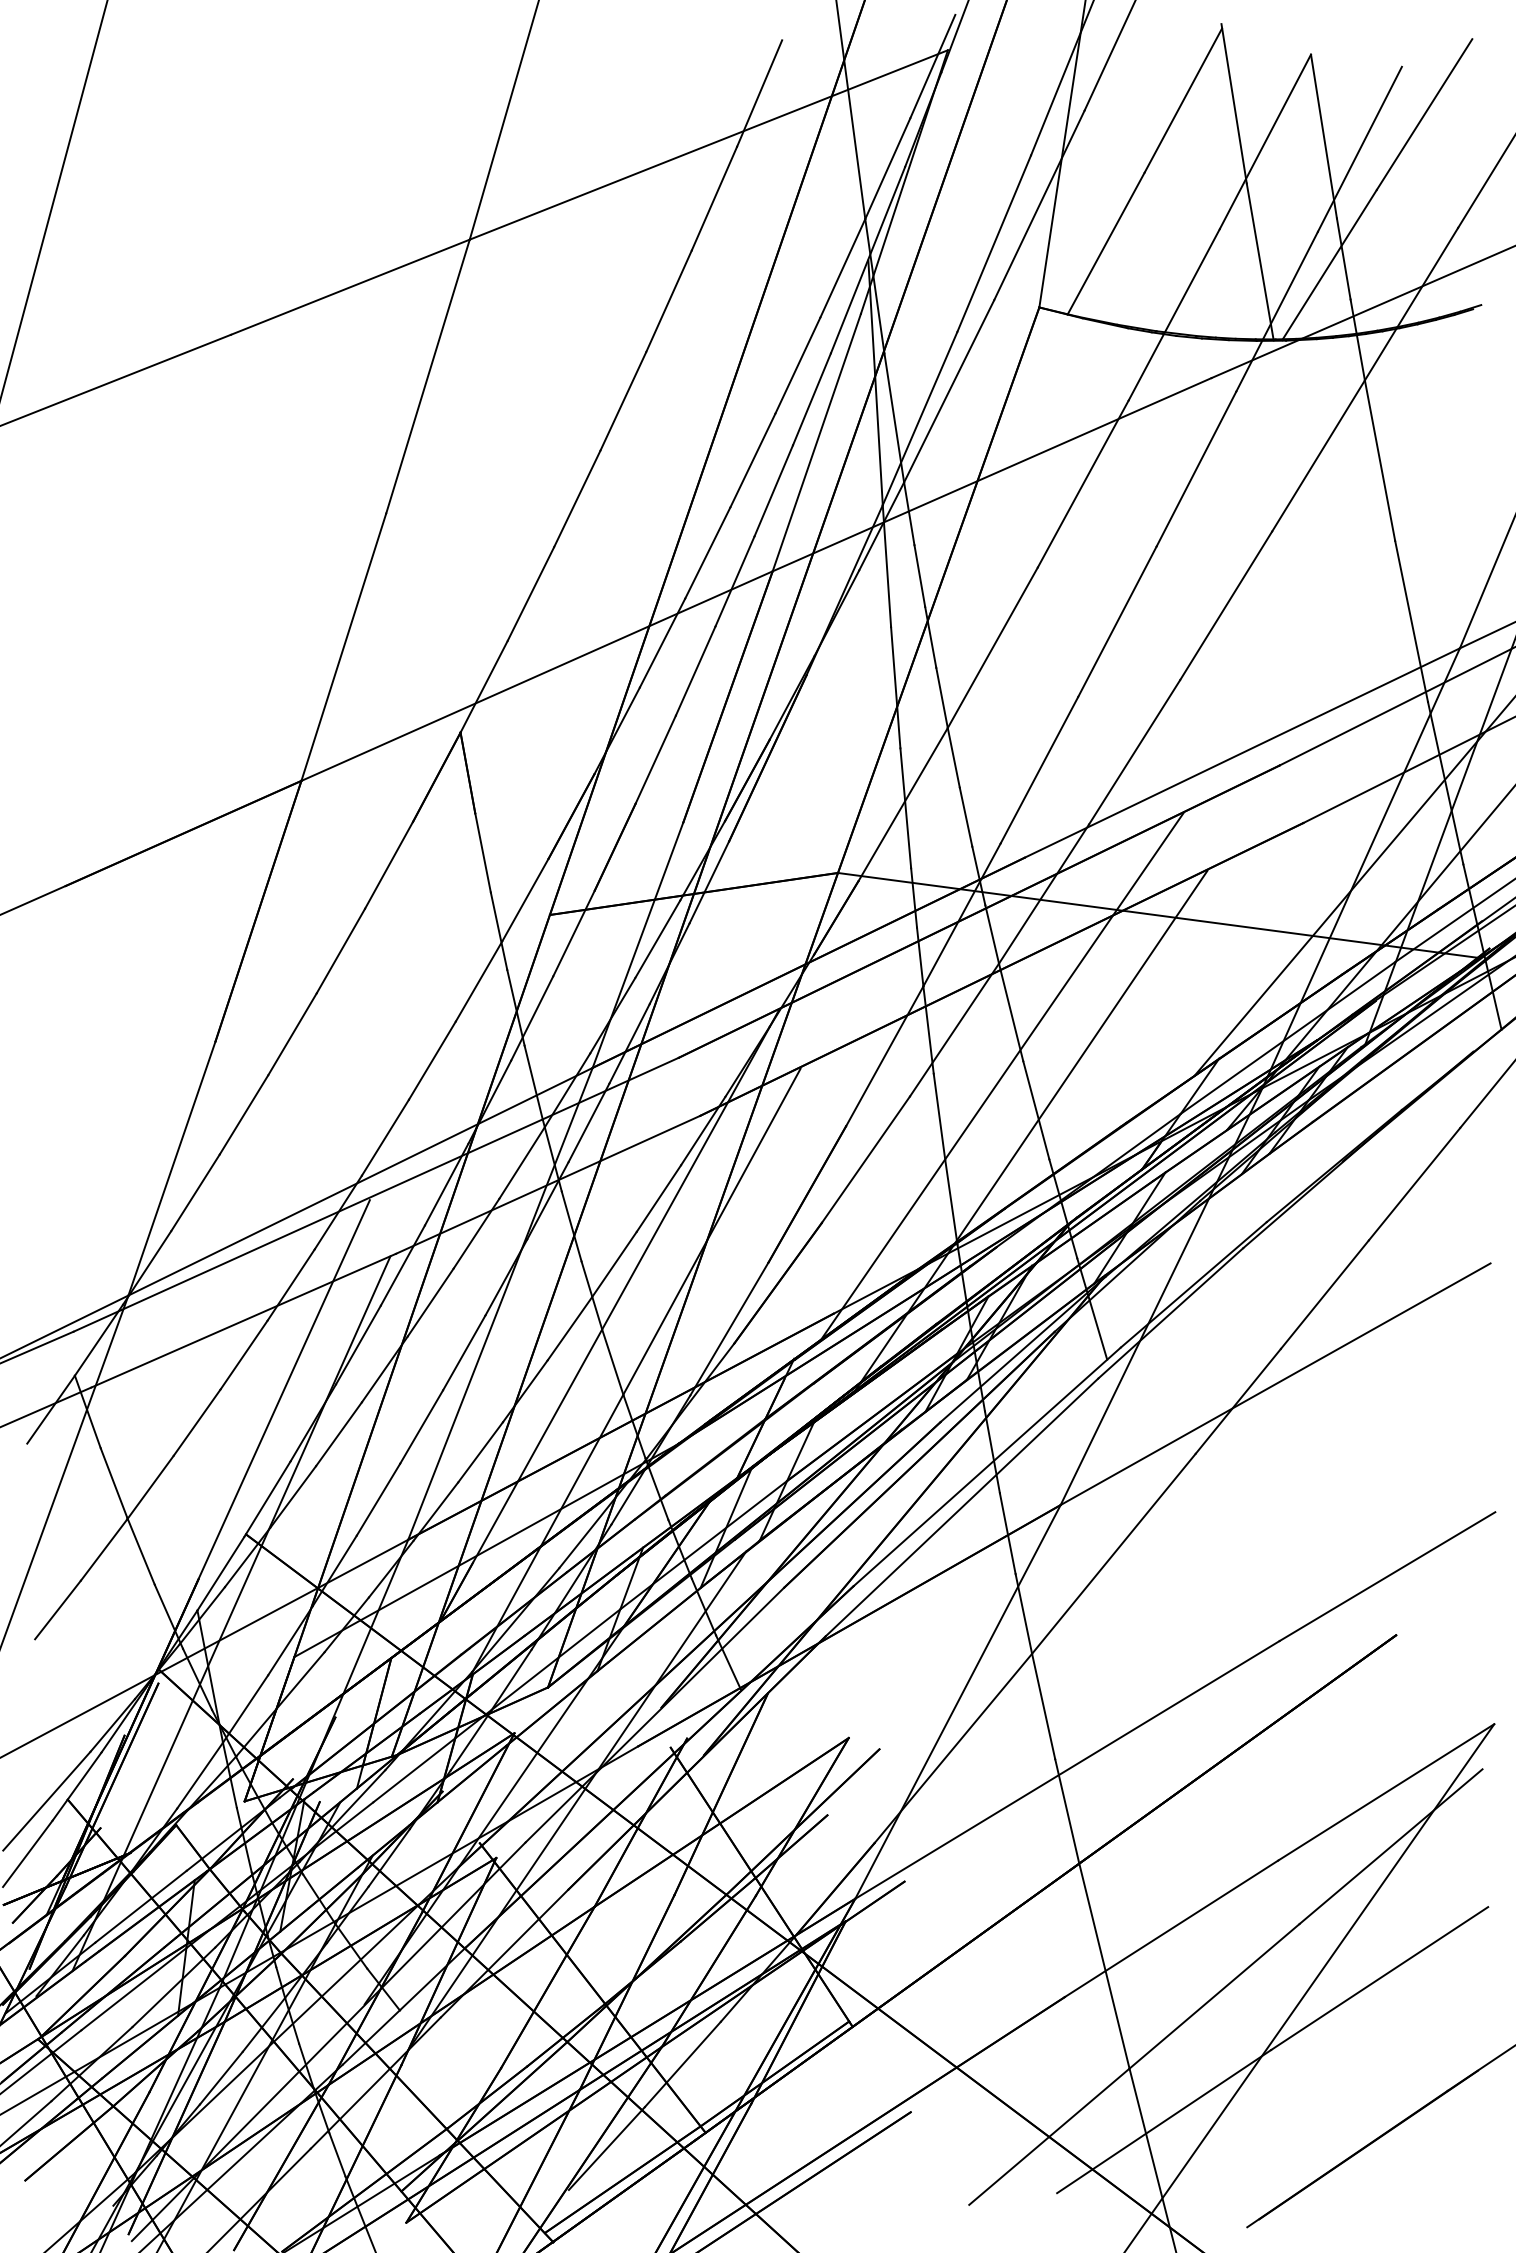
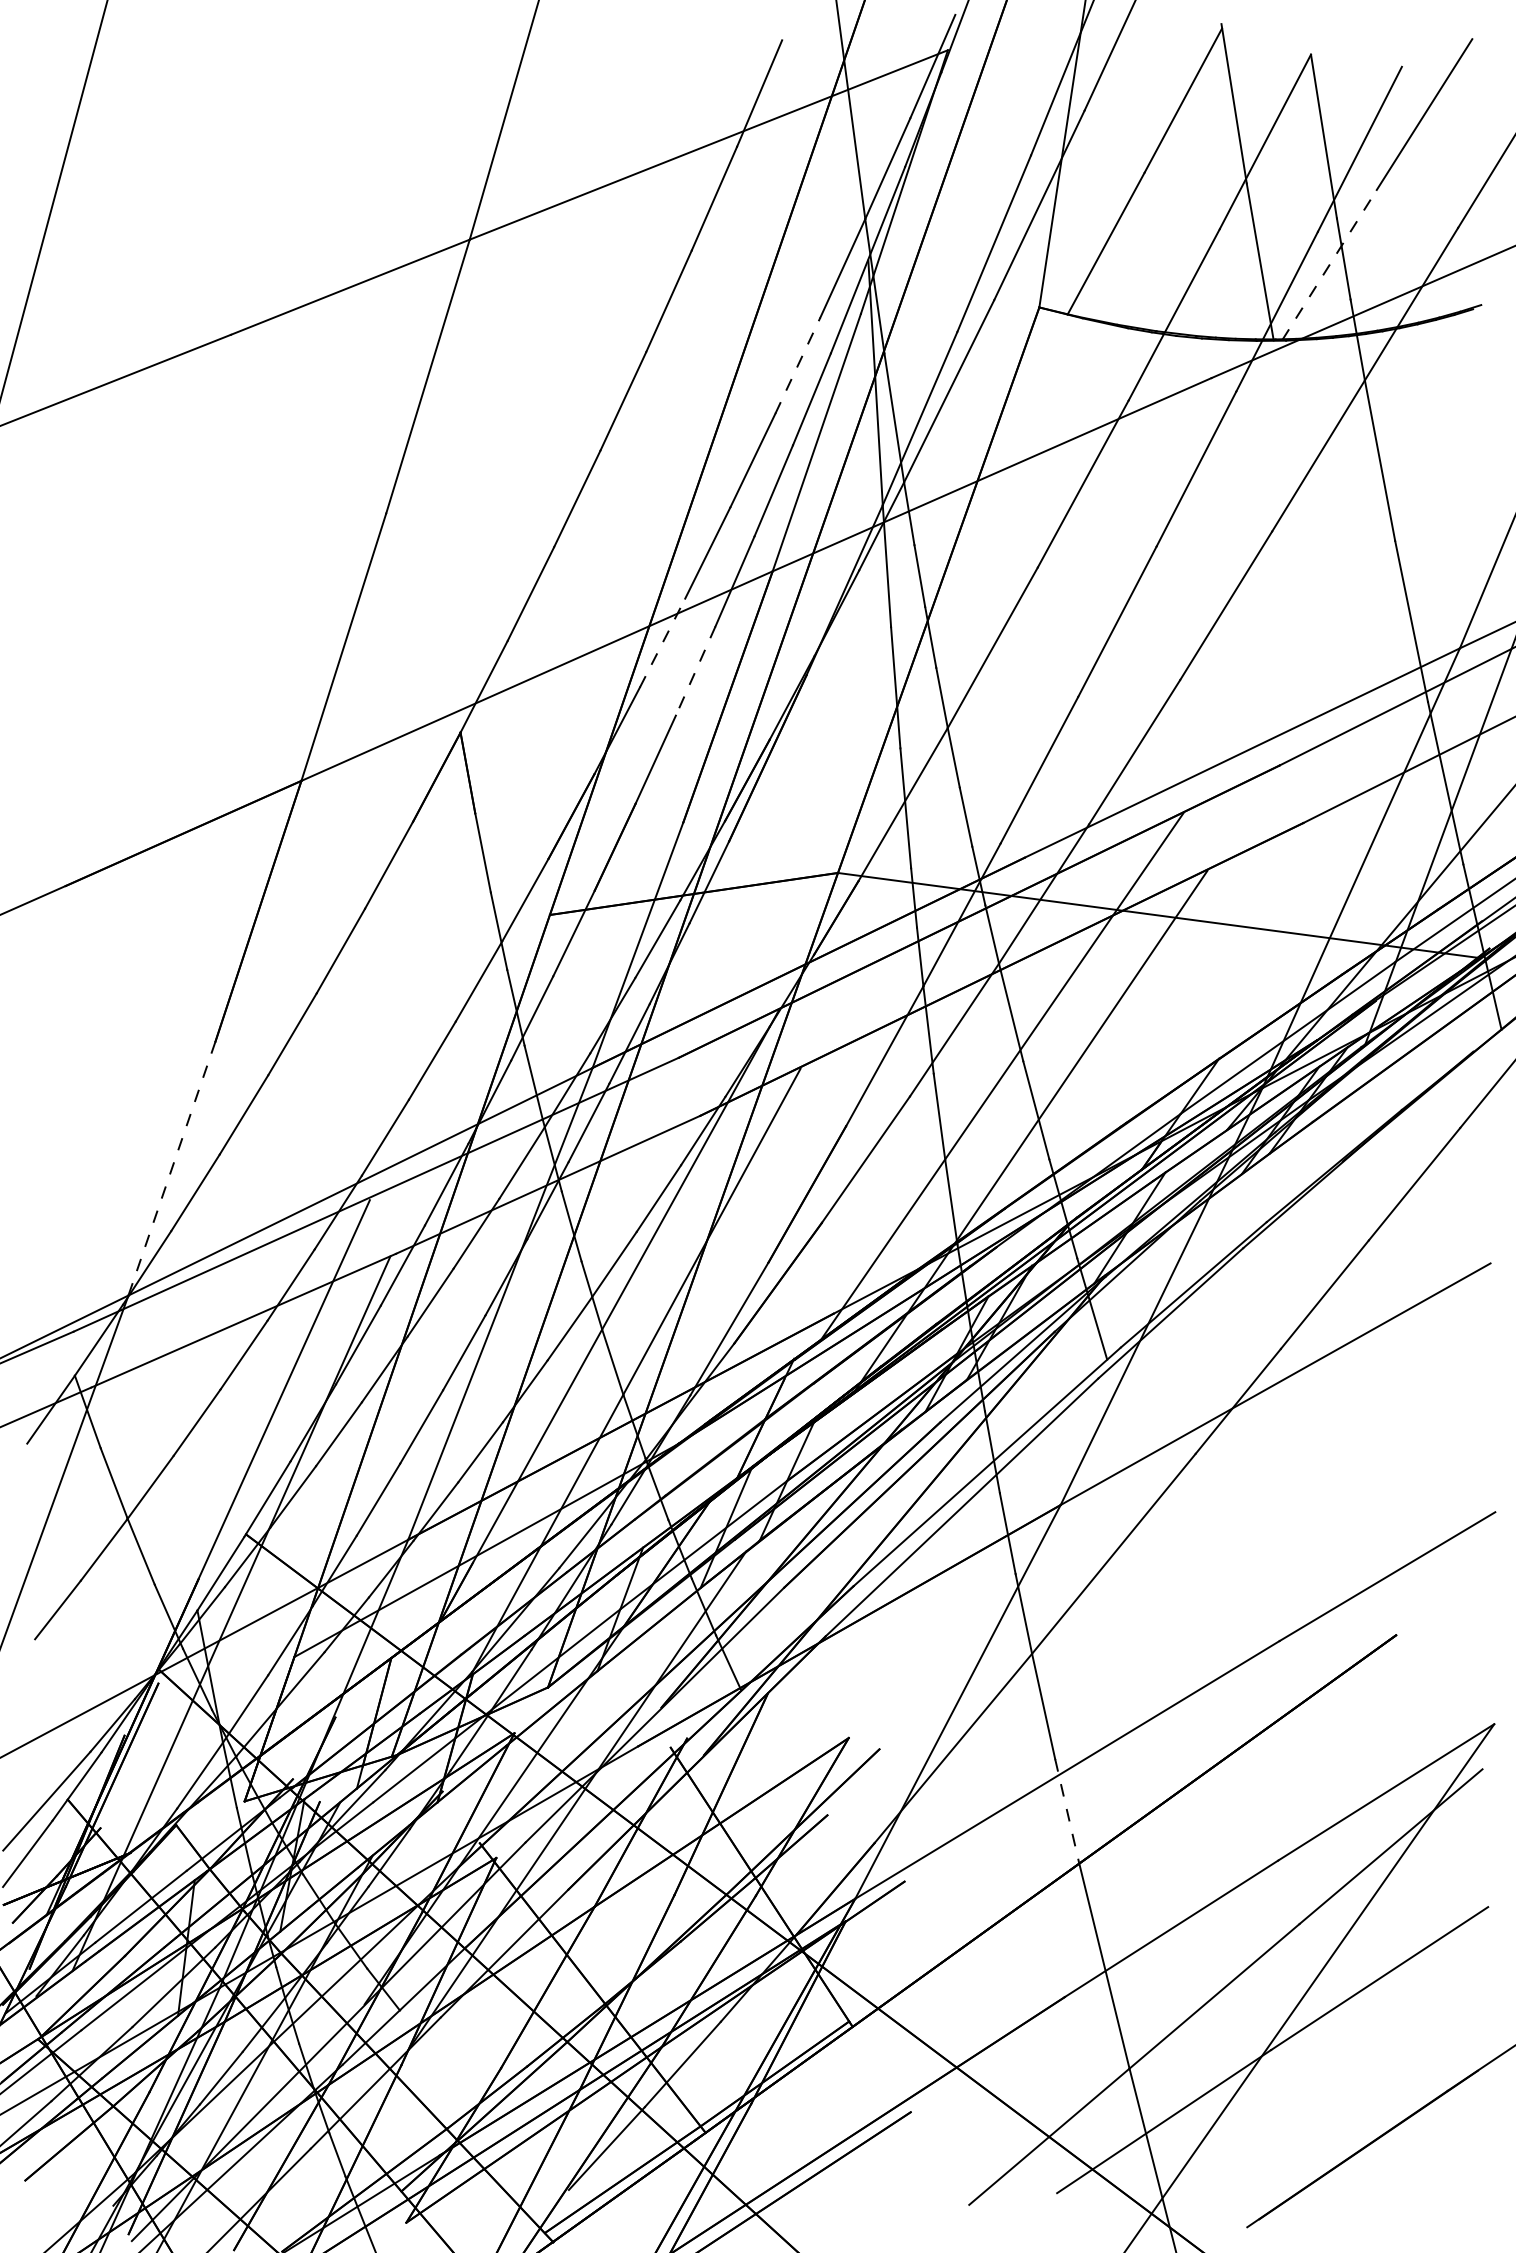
line at (1329, 265): solid -> dashed
line at (798, 365): solid -> dashed
line at (662, 643): solid -> dashed
line at (695, 671): solid -> dashed
line at (1353, 887): present -> none
line at (171, 1169): solid -> dashed
line at (1067, 1811): solid -> dashed
